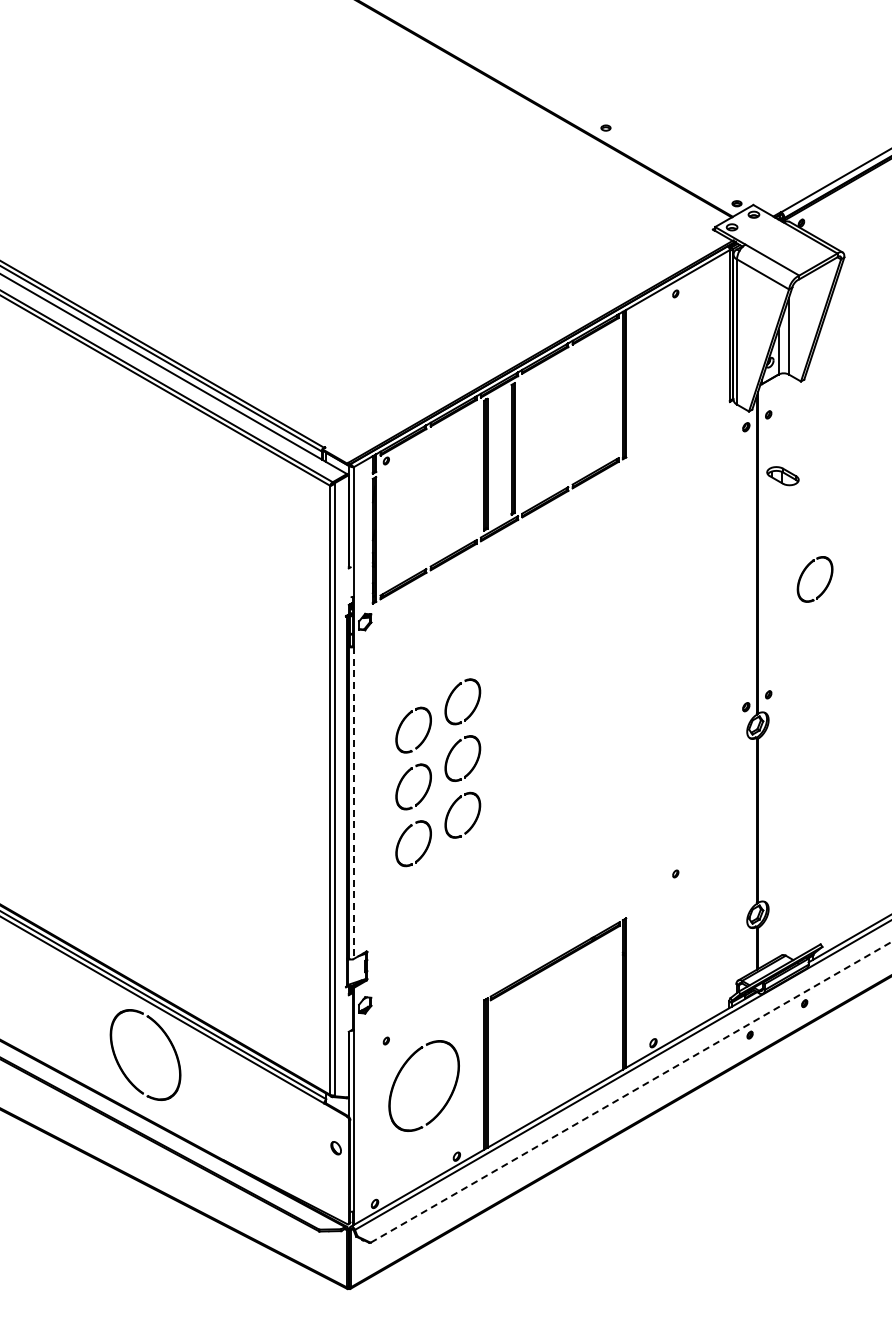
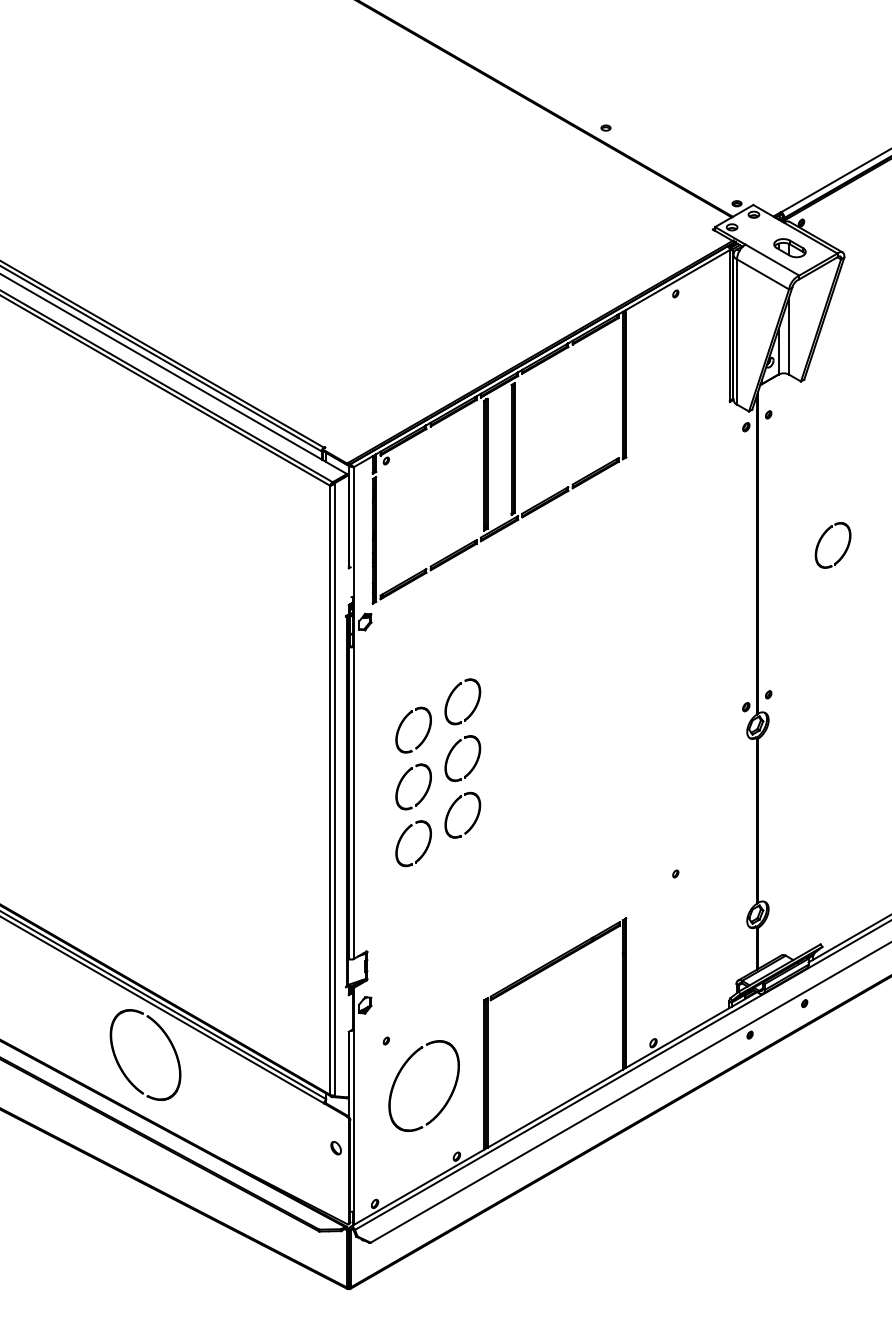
part at (782, 476) position: (782, 476) -> (789, 248)
part at (803, 574) position: (803, 574) -> (821, 540)
line at (353, 803): dashed -> solid
line at (631, 1092): dashed -> solid
